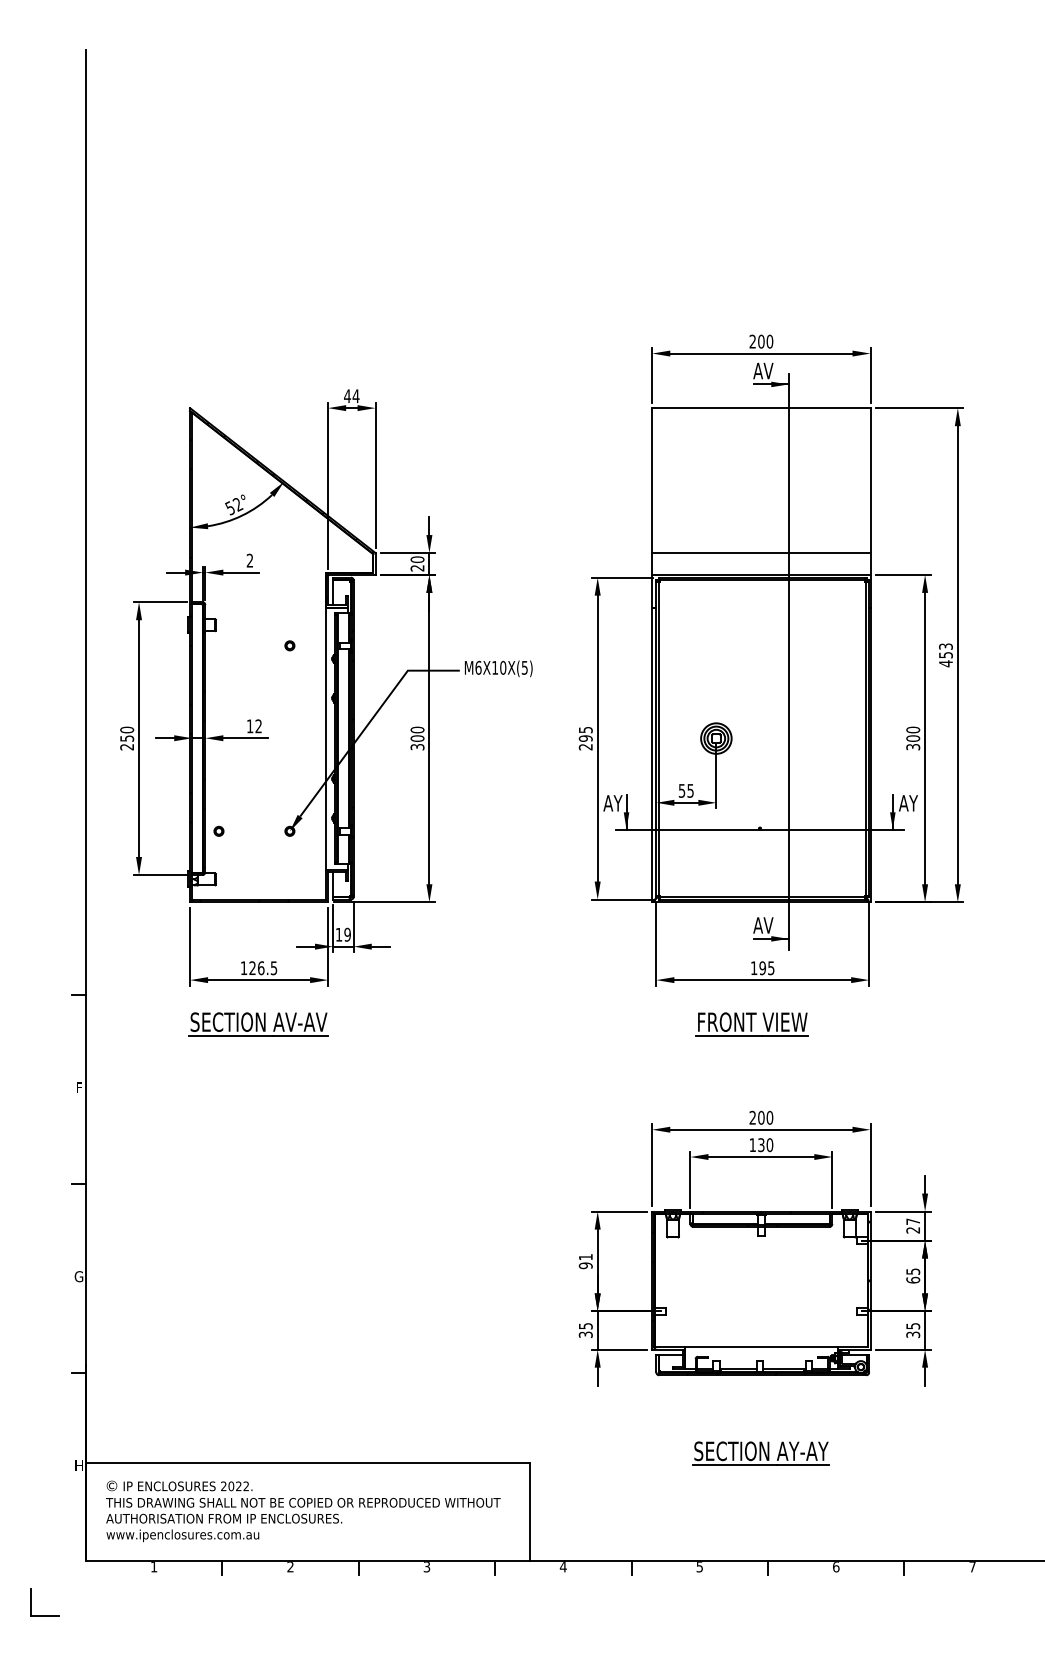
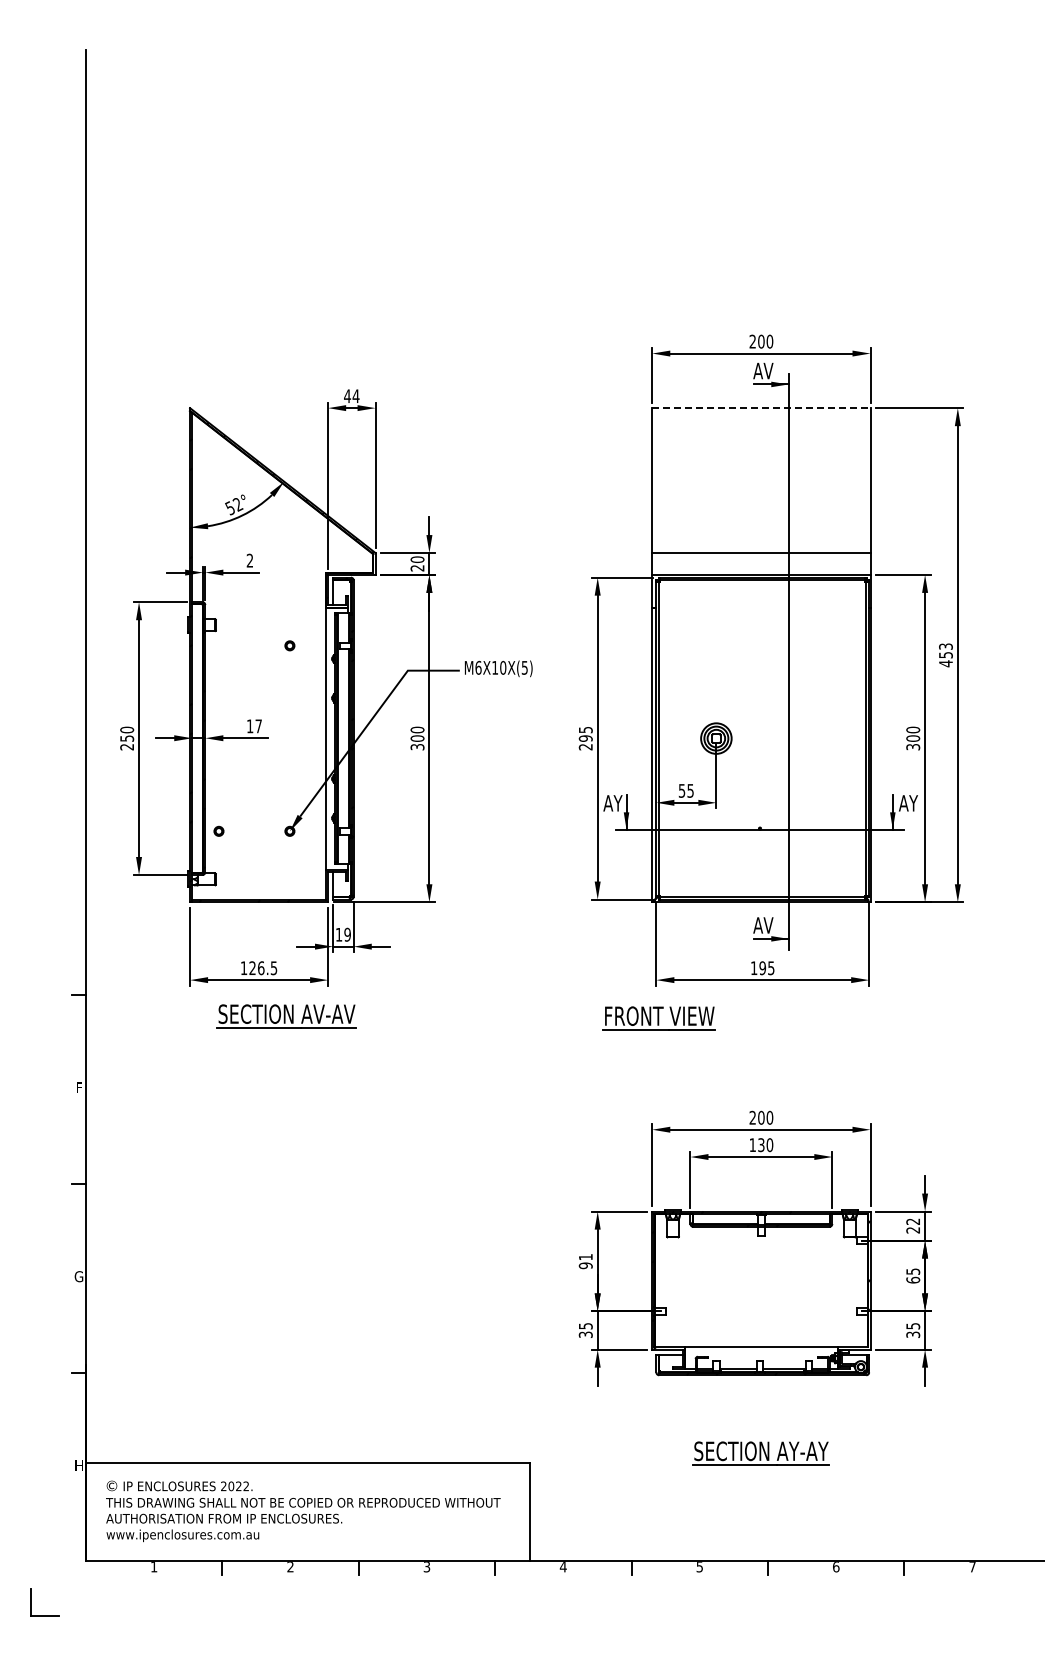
line at (761, 408): solid -> dashed
text at (258, 726): 12 -> 17
part at (258, 1024) position: (258, 1024) -> (286, 1016)
part at (751, 1024) position: (751, 1024) -> (658, 1018)
text at (912, 1221): 27 -> 22
